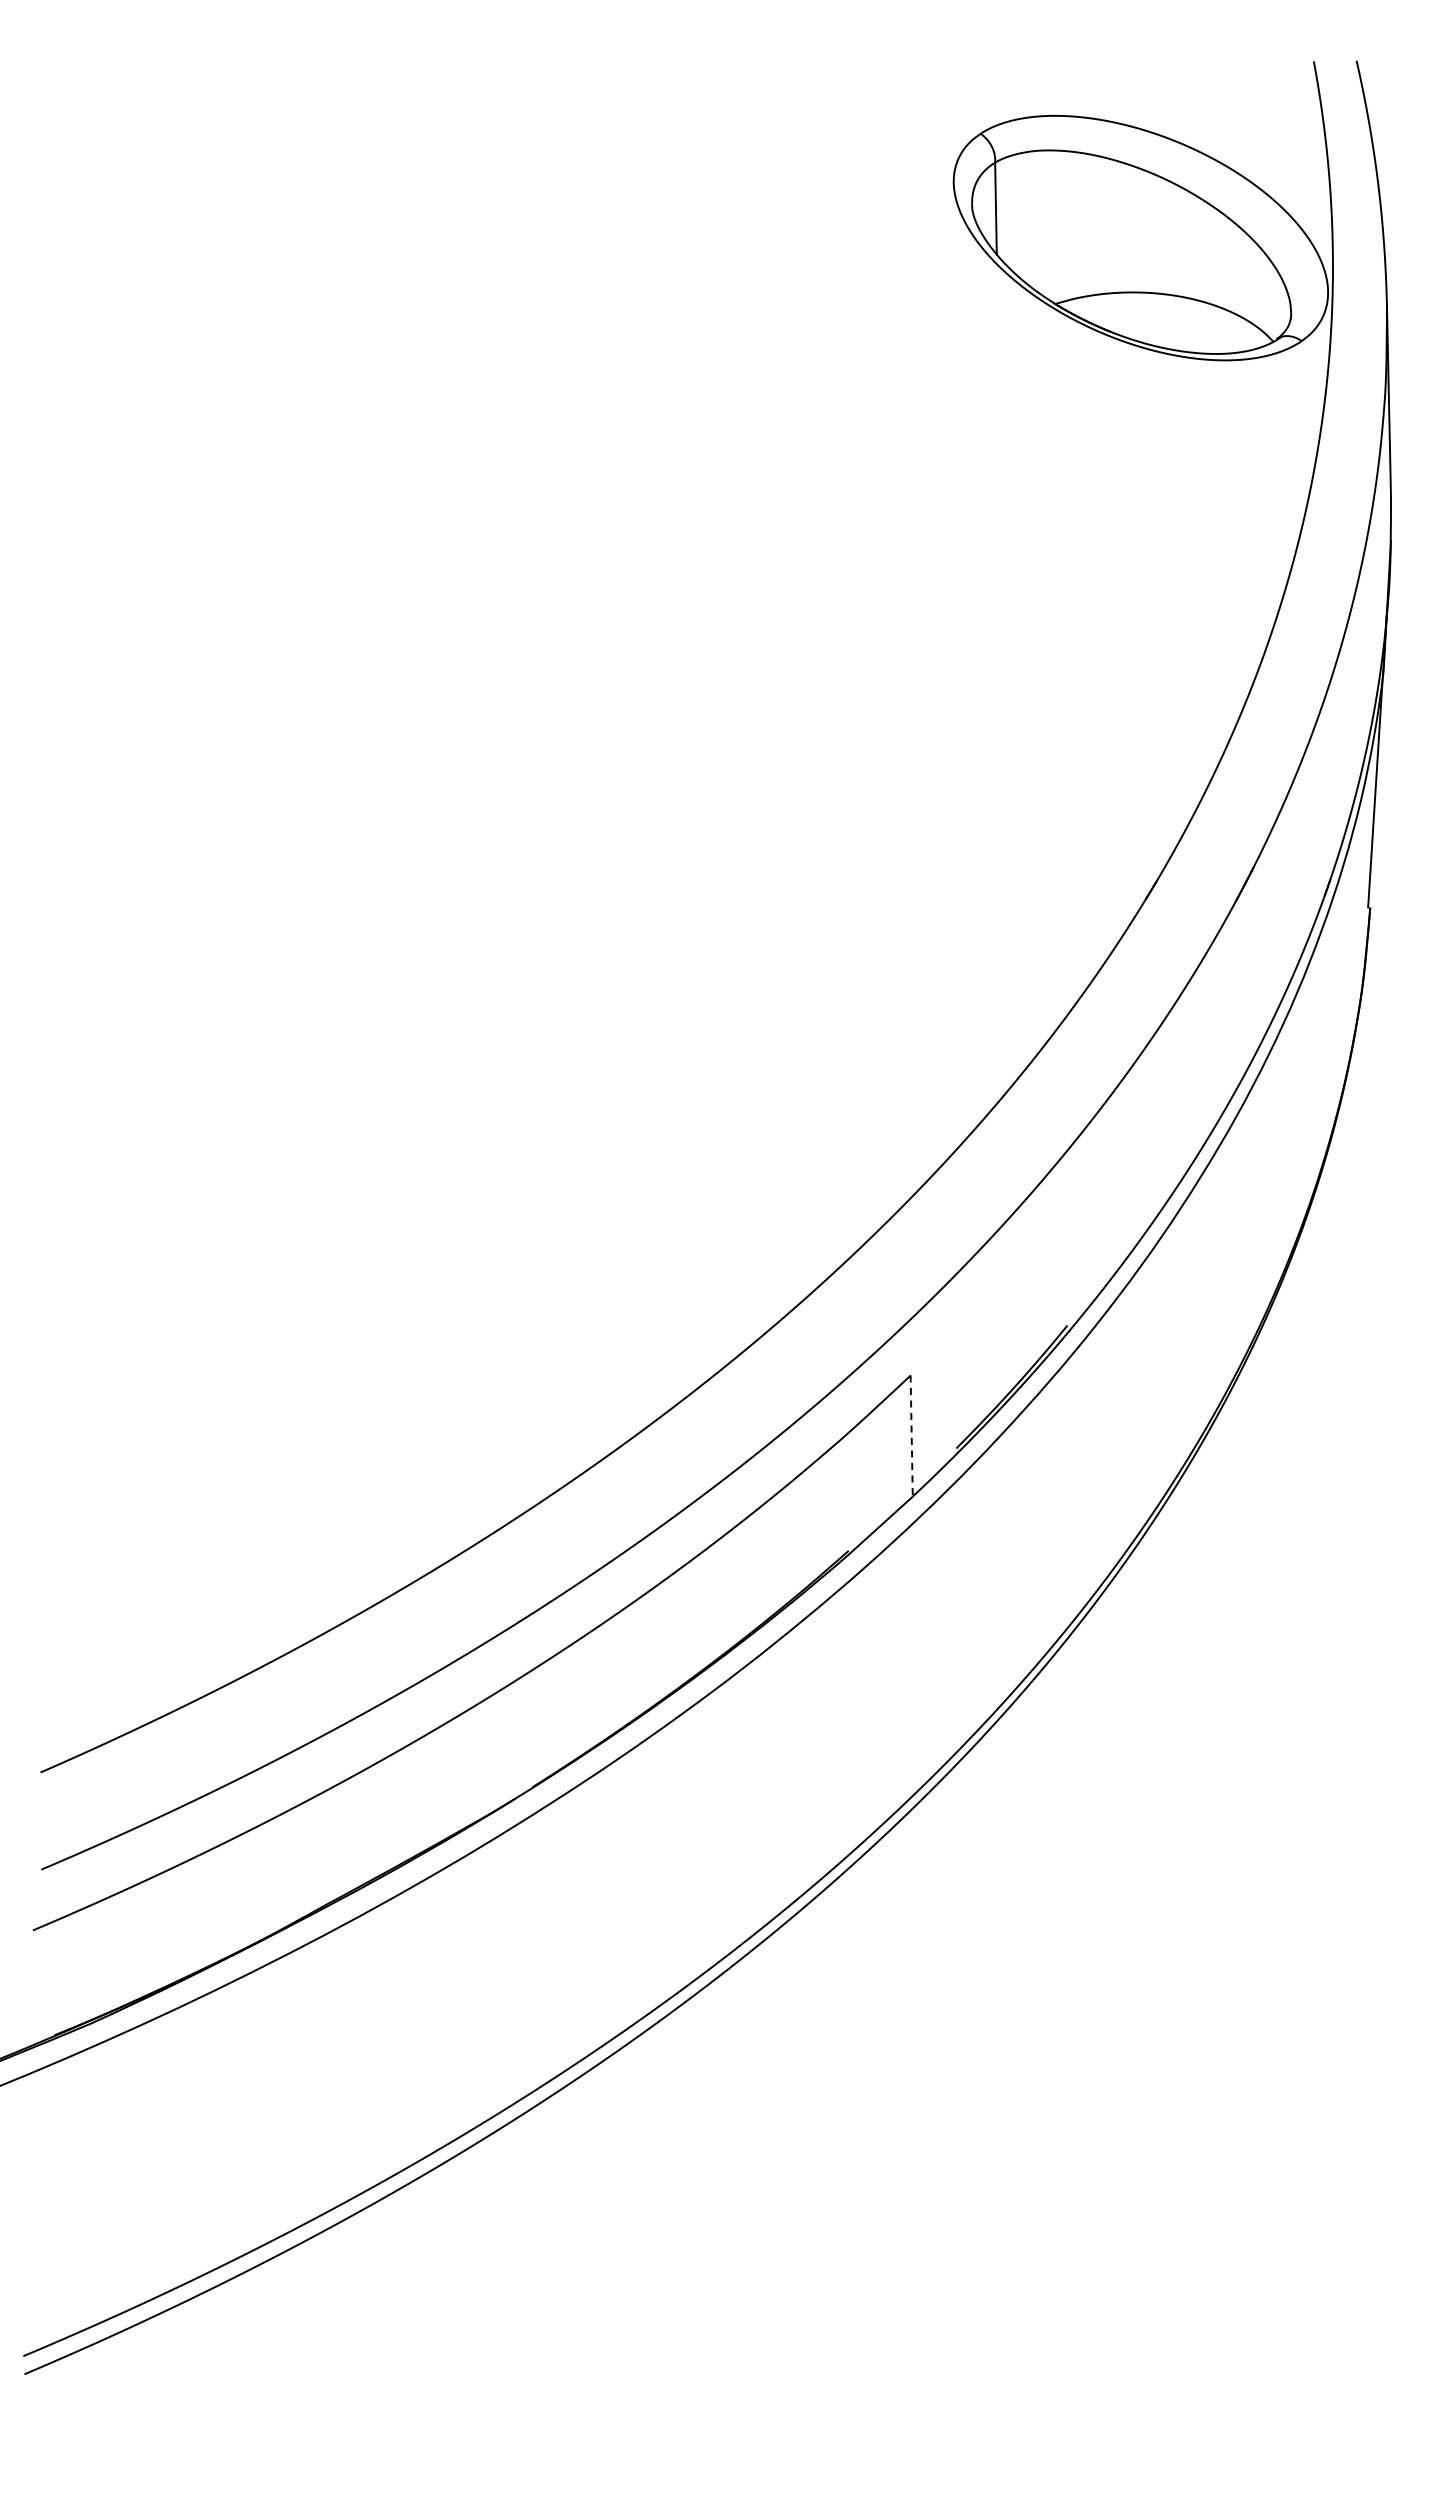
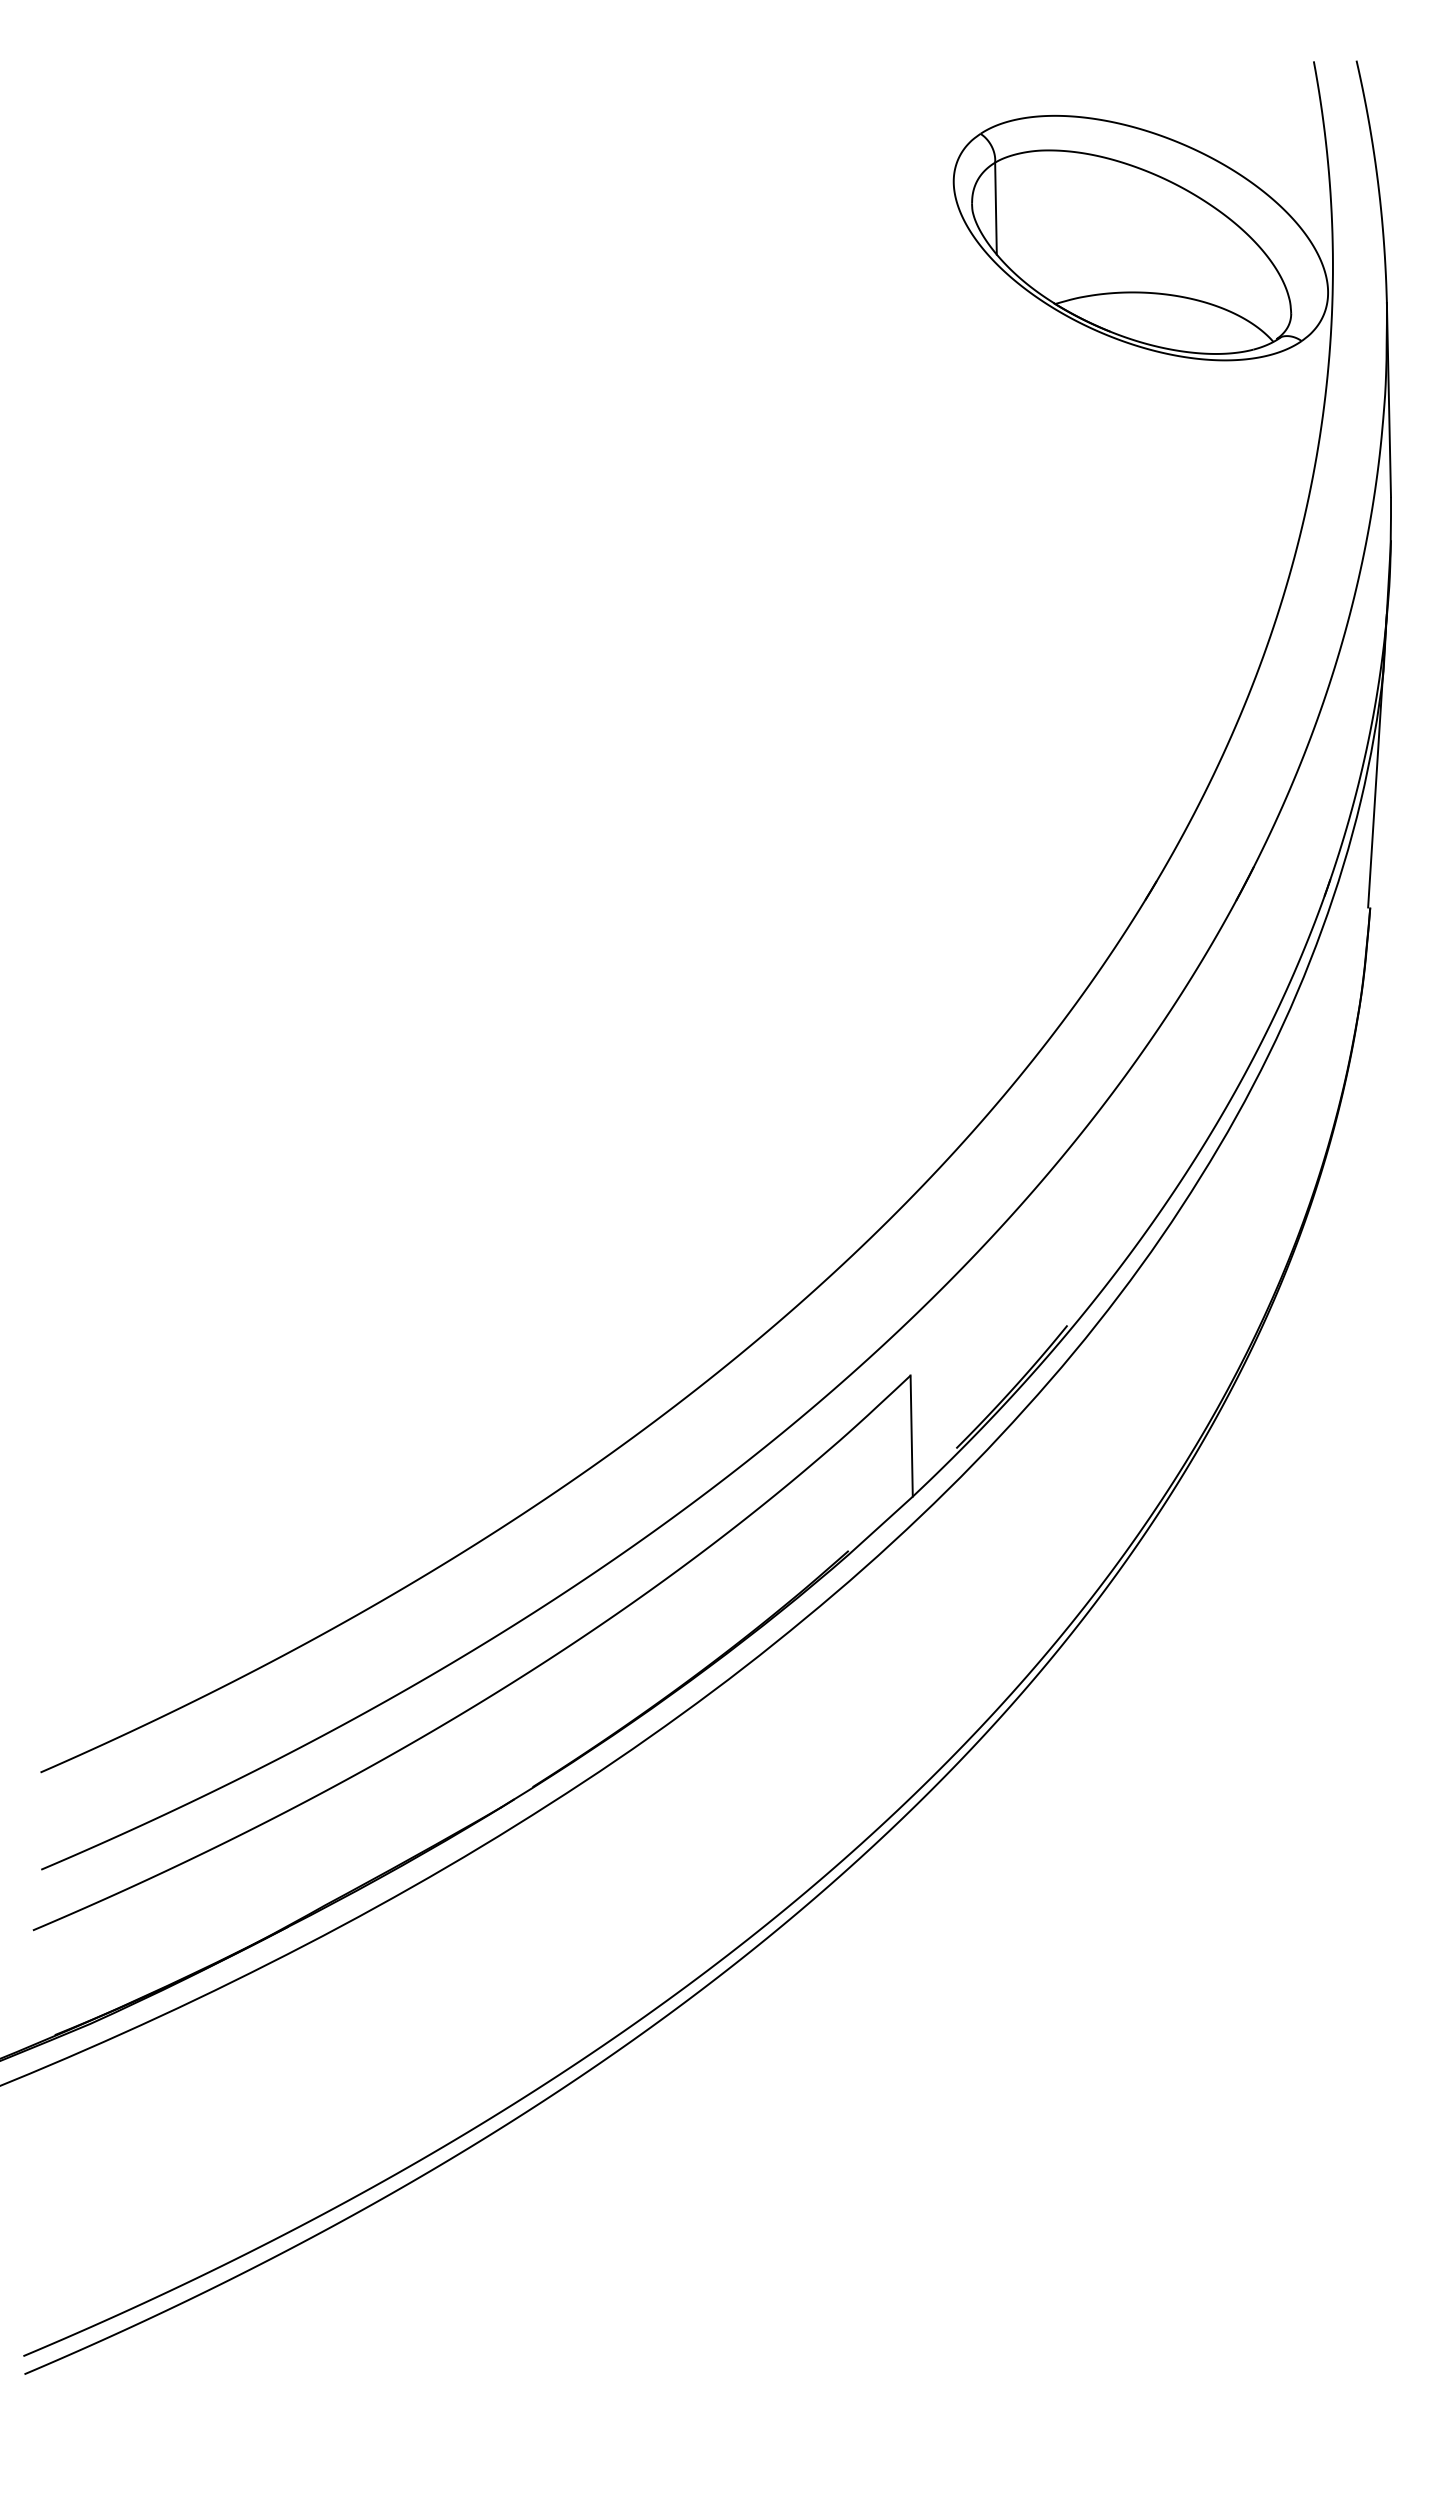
line at (911, 1436): dashed -> solid
